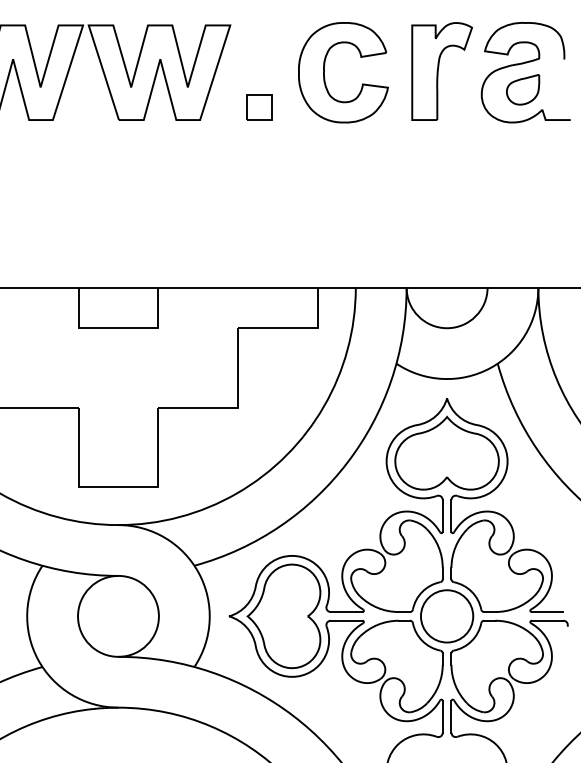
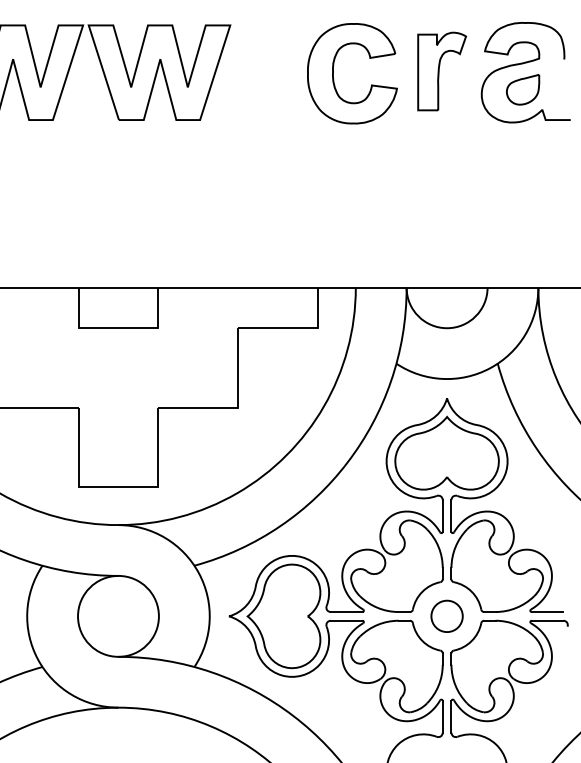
part at (441, 71) size: 62x99 px -> 50x81 px
part at (325, 78) position: (325, 78) -> (334, 79)
part at (259, 107): present -> none
circle at (446, 616) diameter: 52 px -> 31 px
